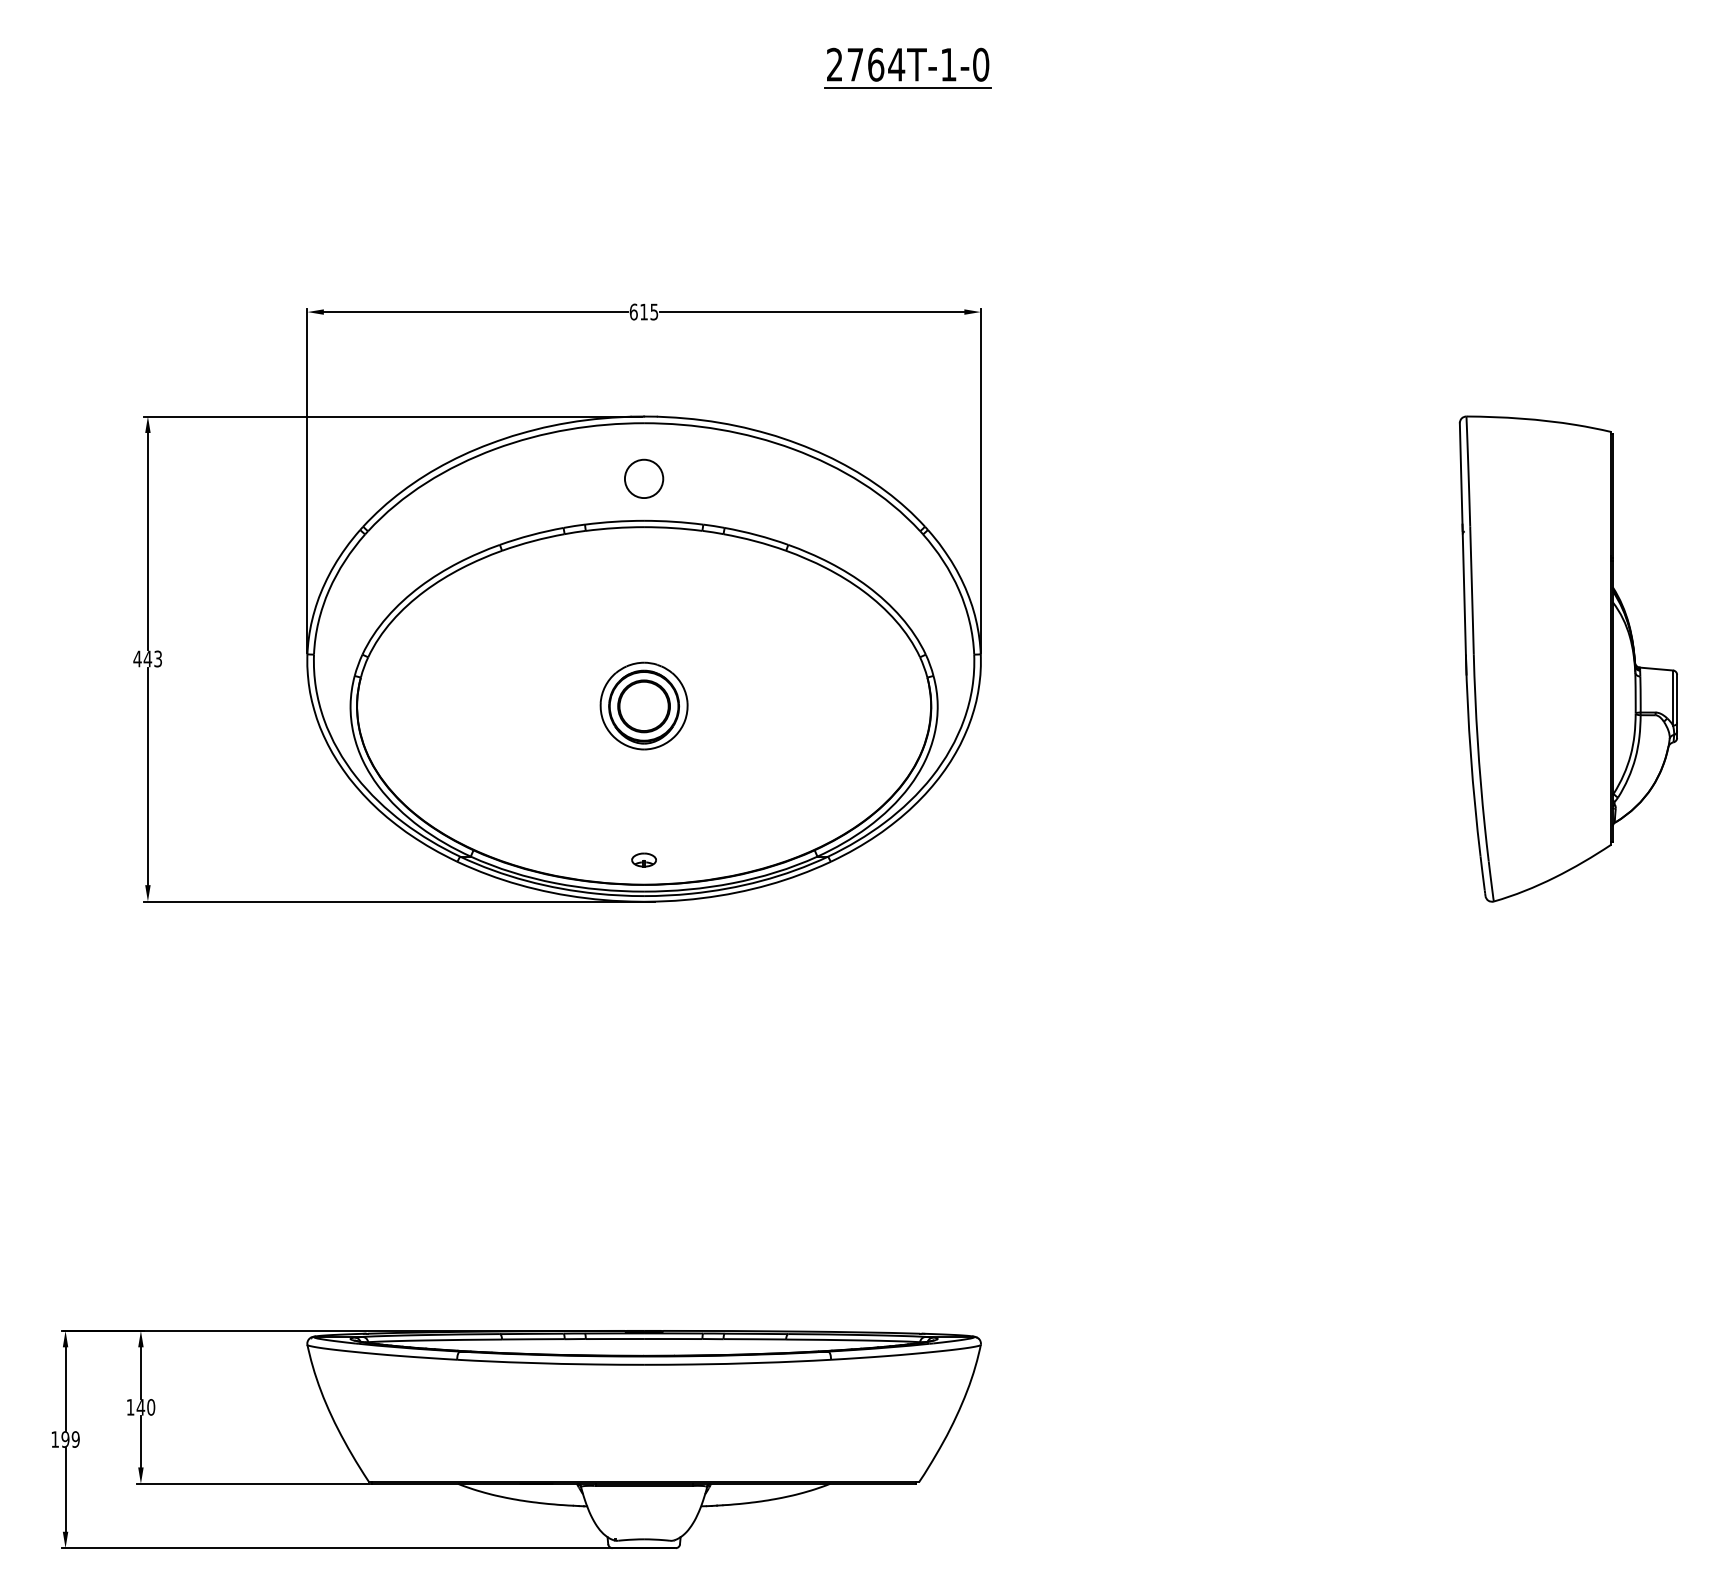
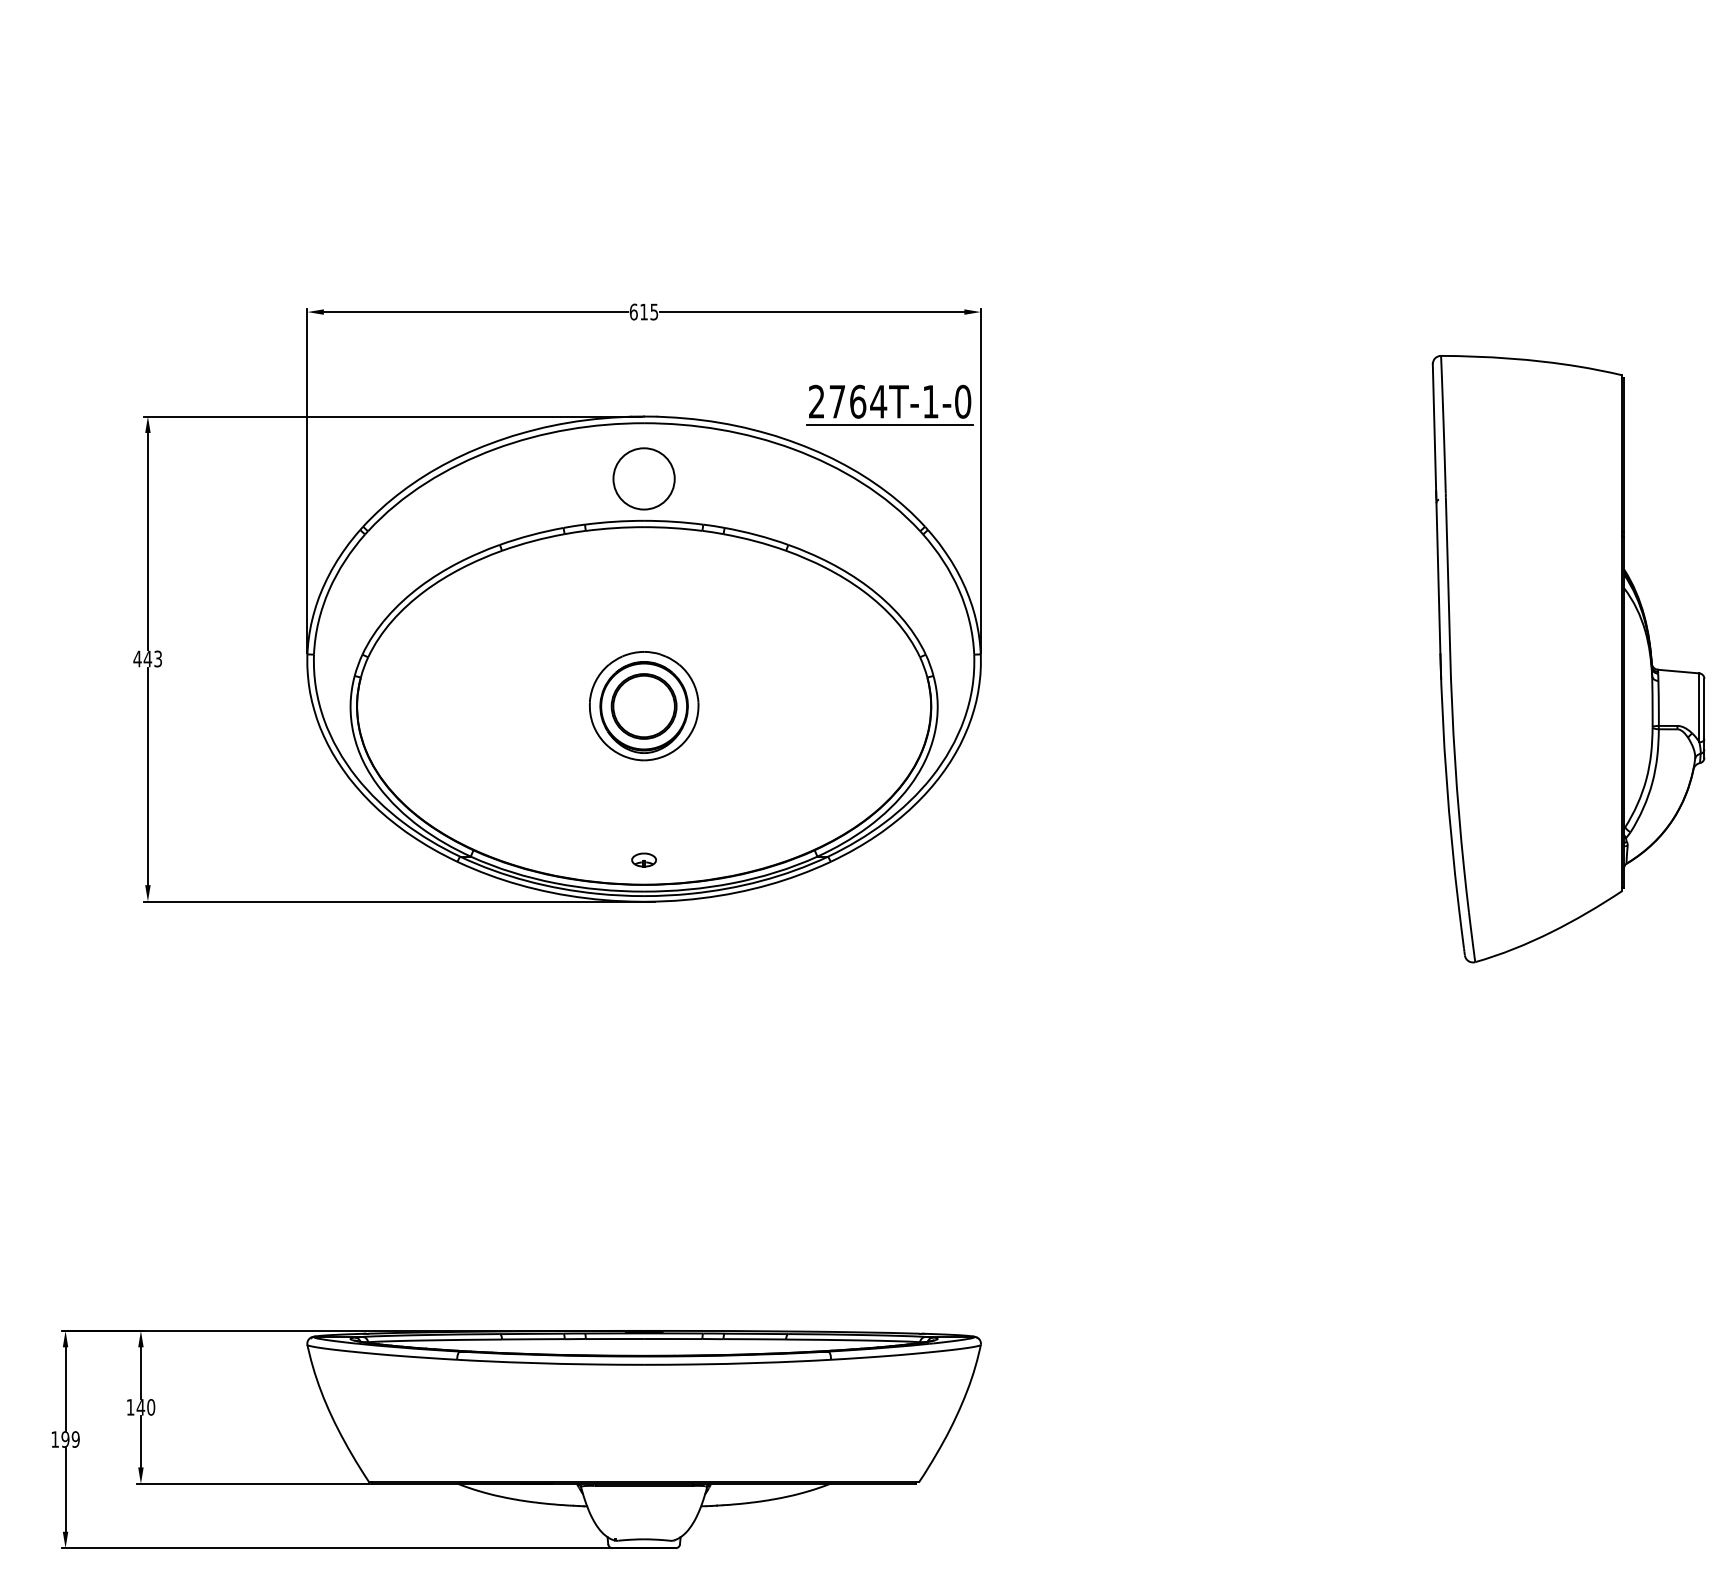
part at (907, 67) position: (907, 67) -> (889, 404)
circle at (643, 478) diameter: 38 px -> 61 px
part at (1567, 658) size: 220x488 px -> 275x609 px
part at (643, 705) size: 90x90 px -> 111x111 px
